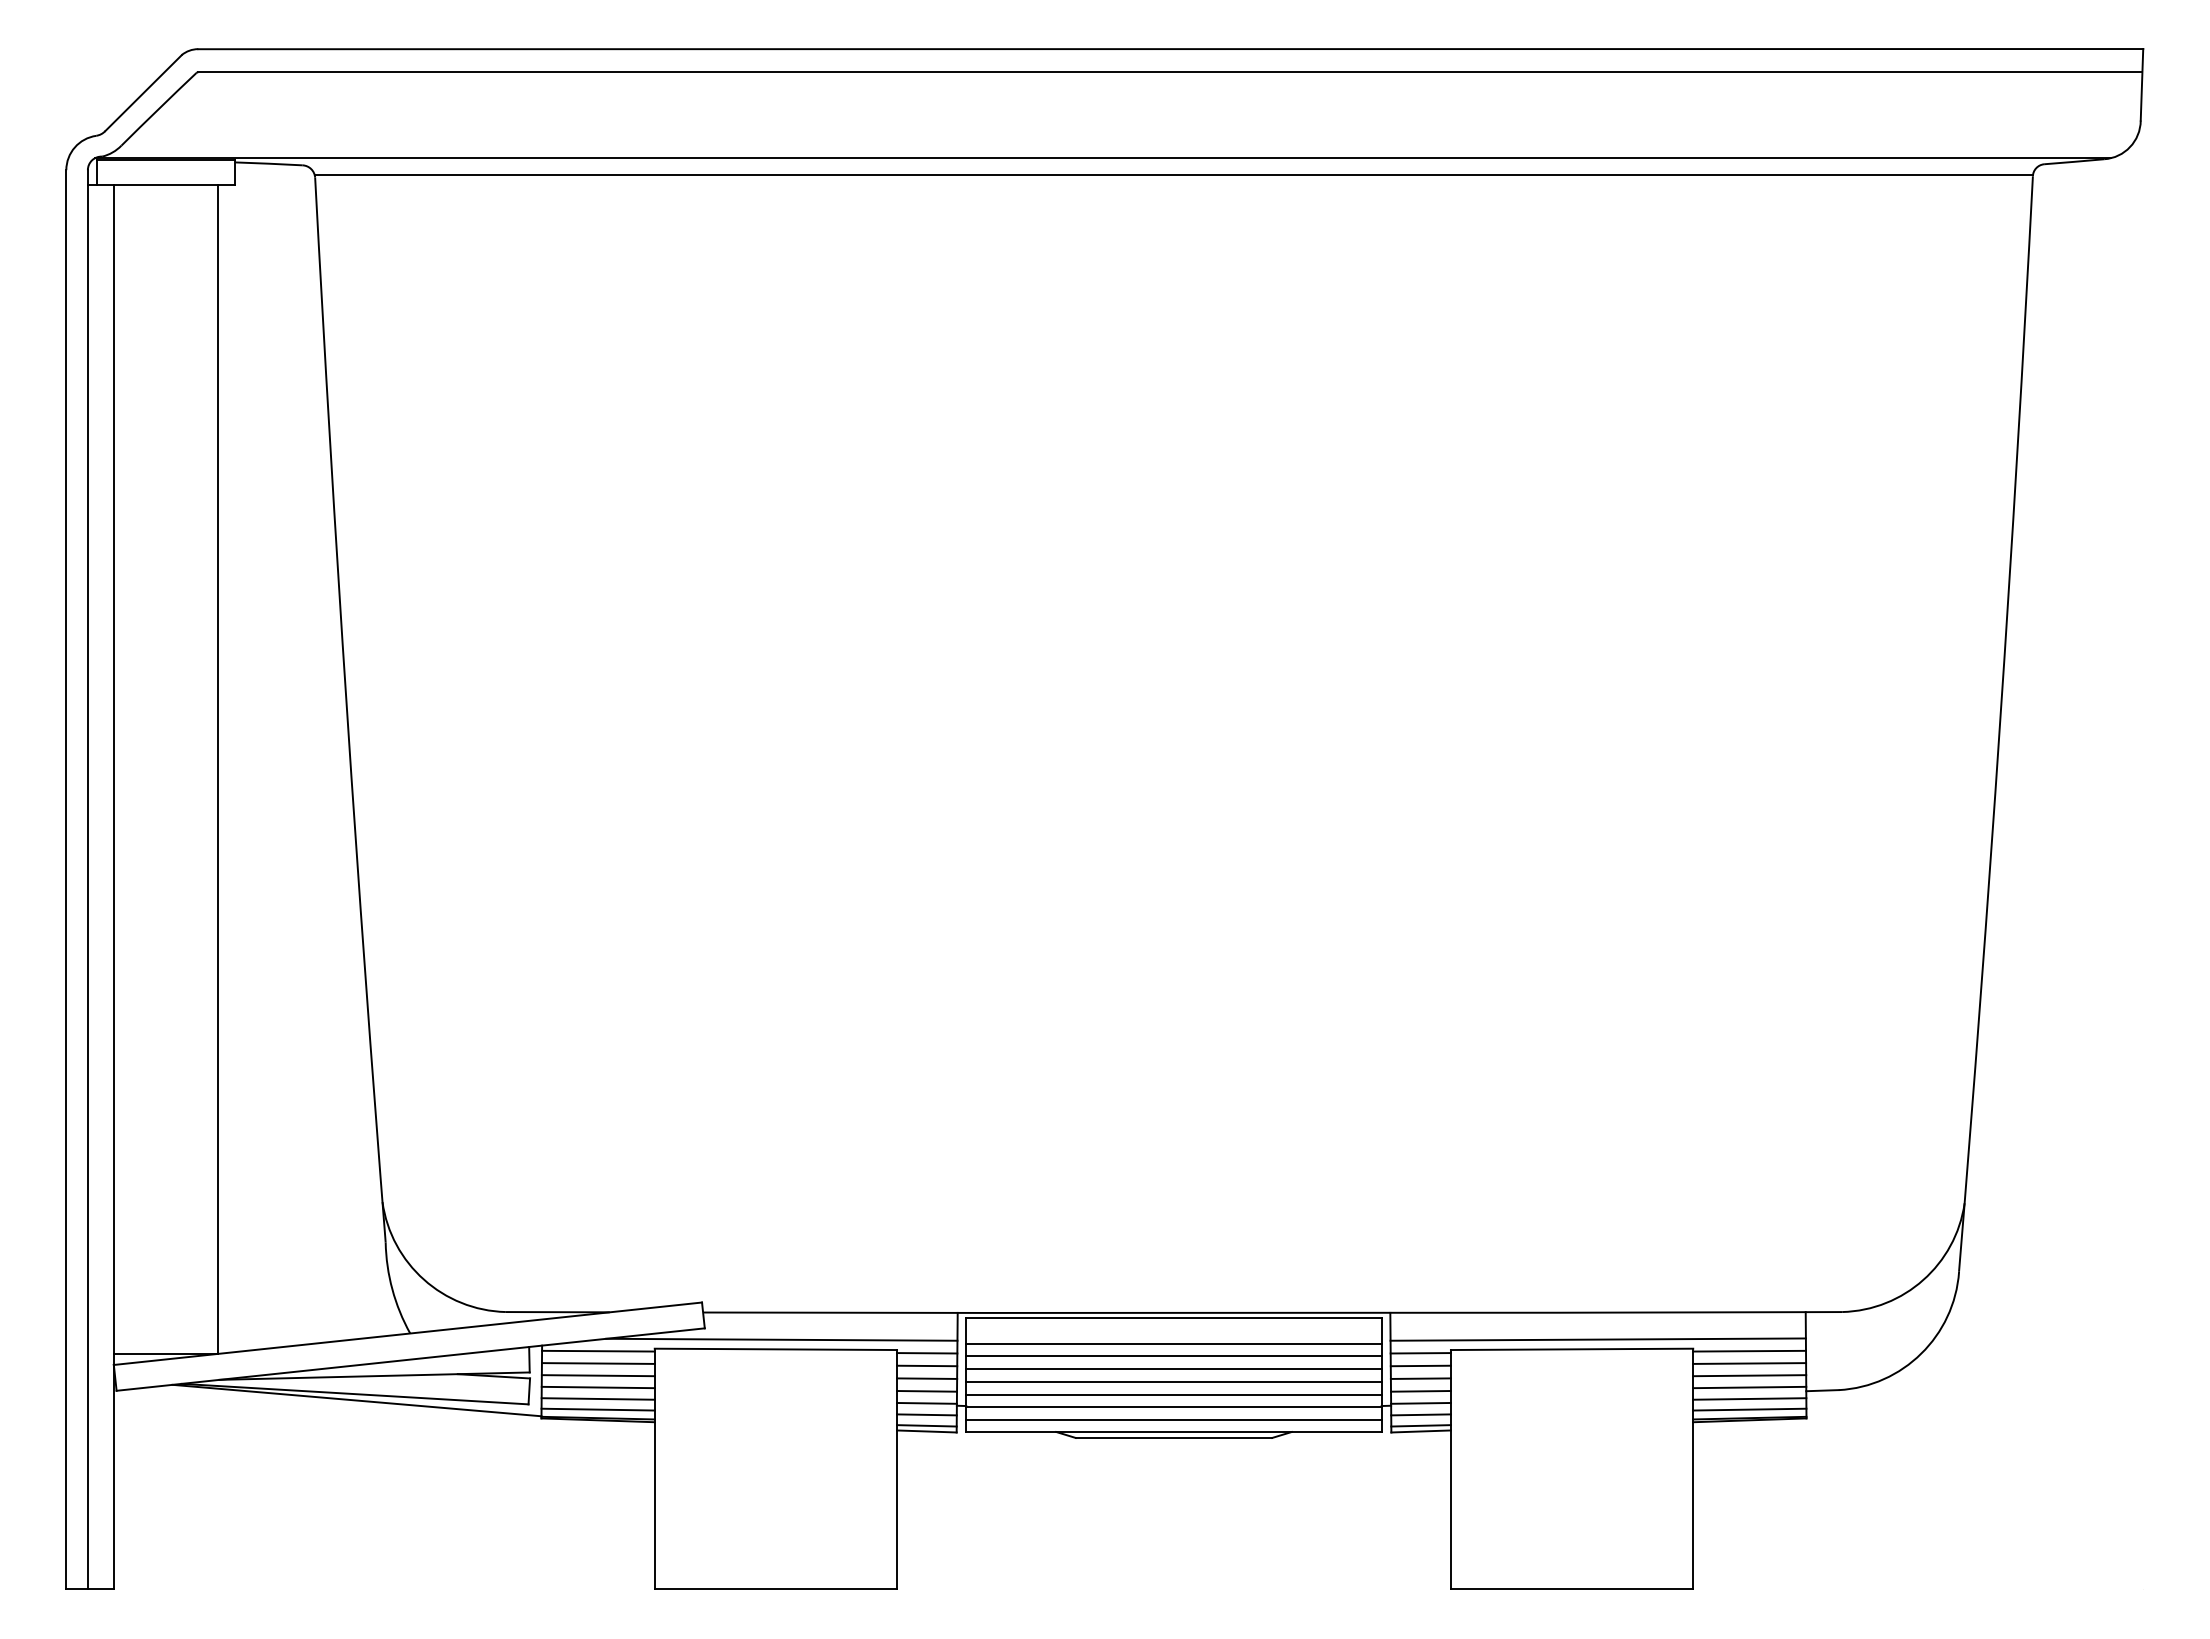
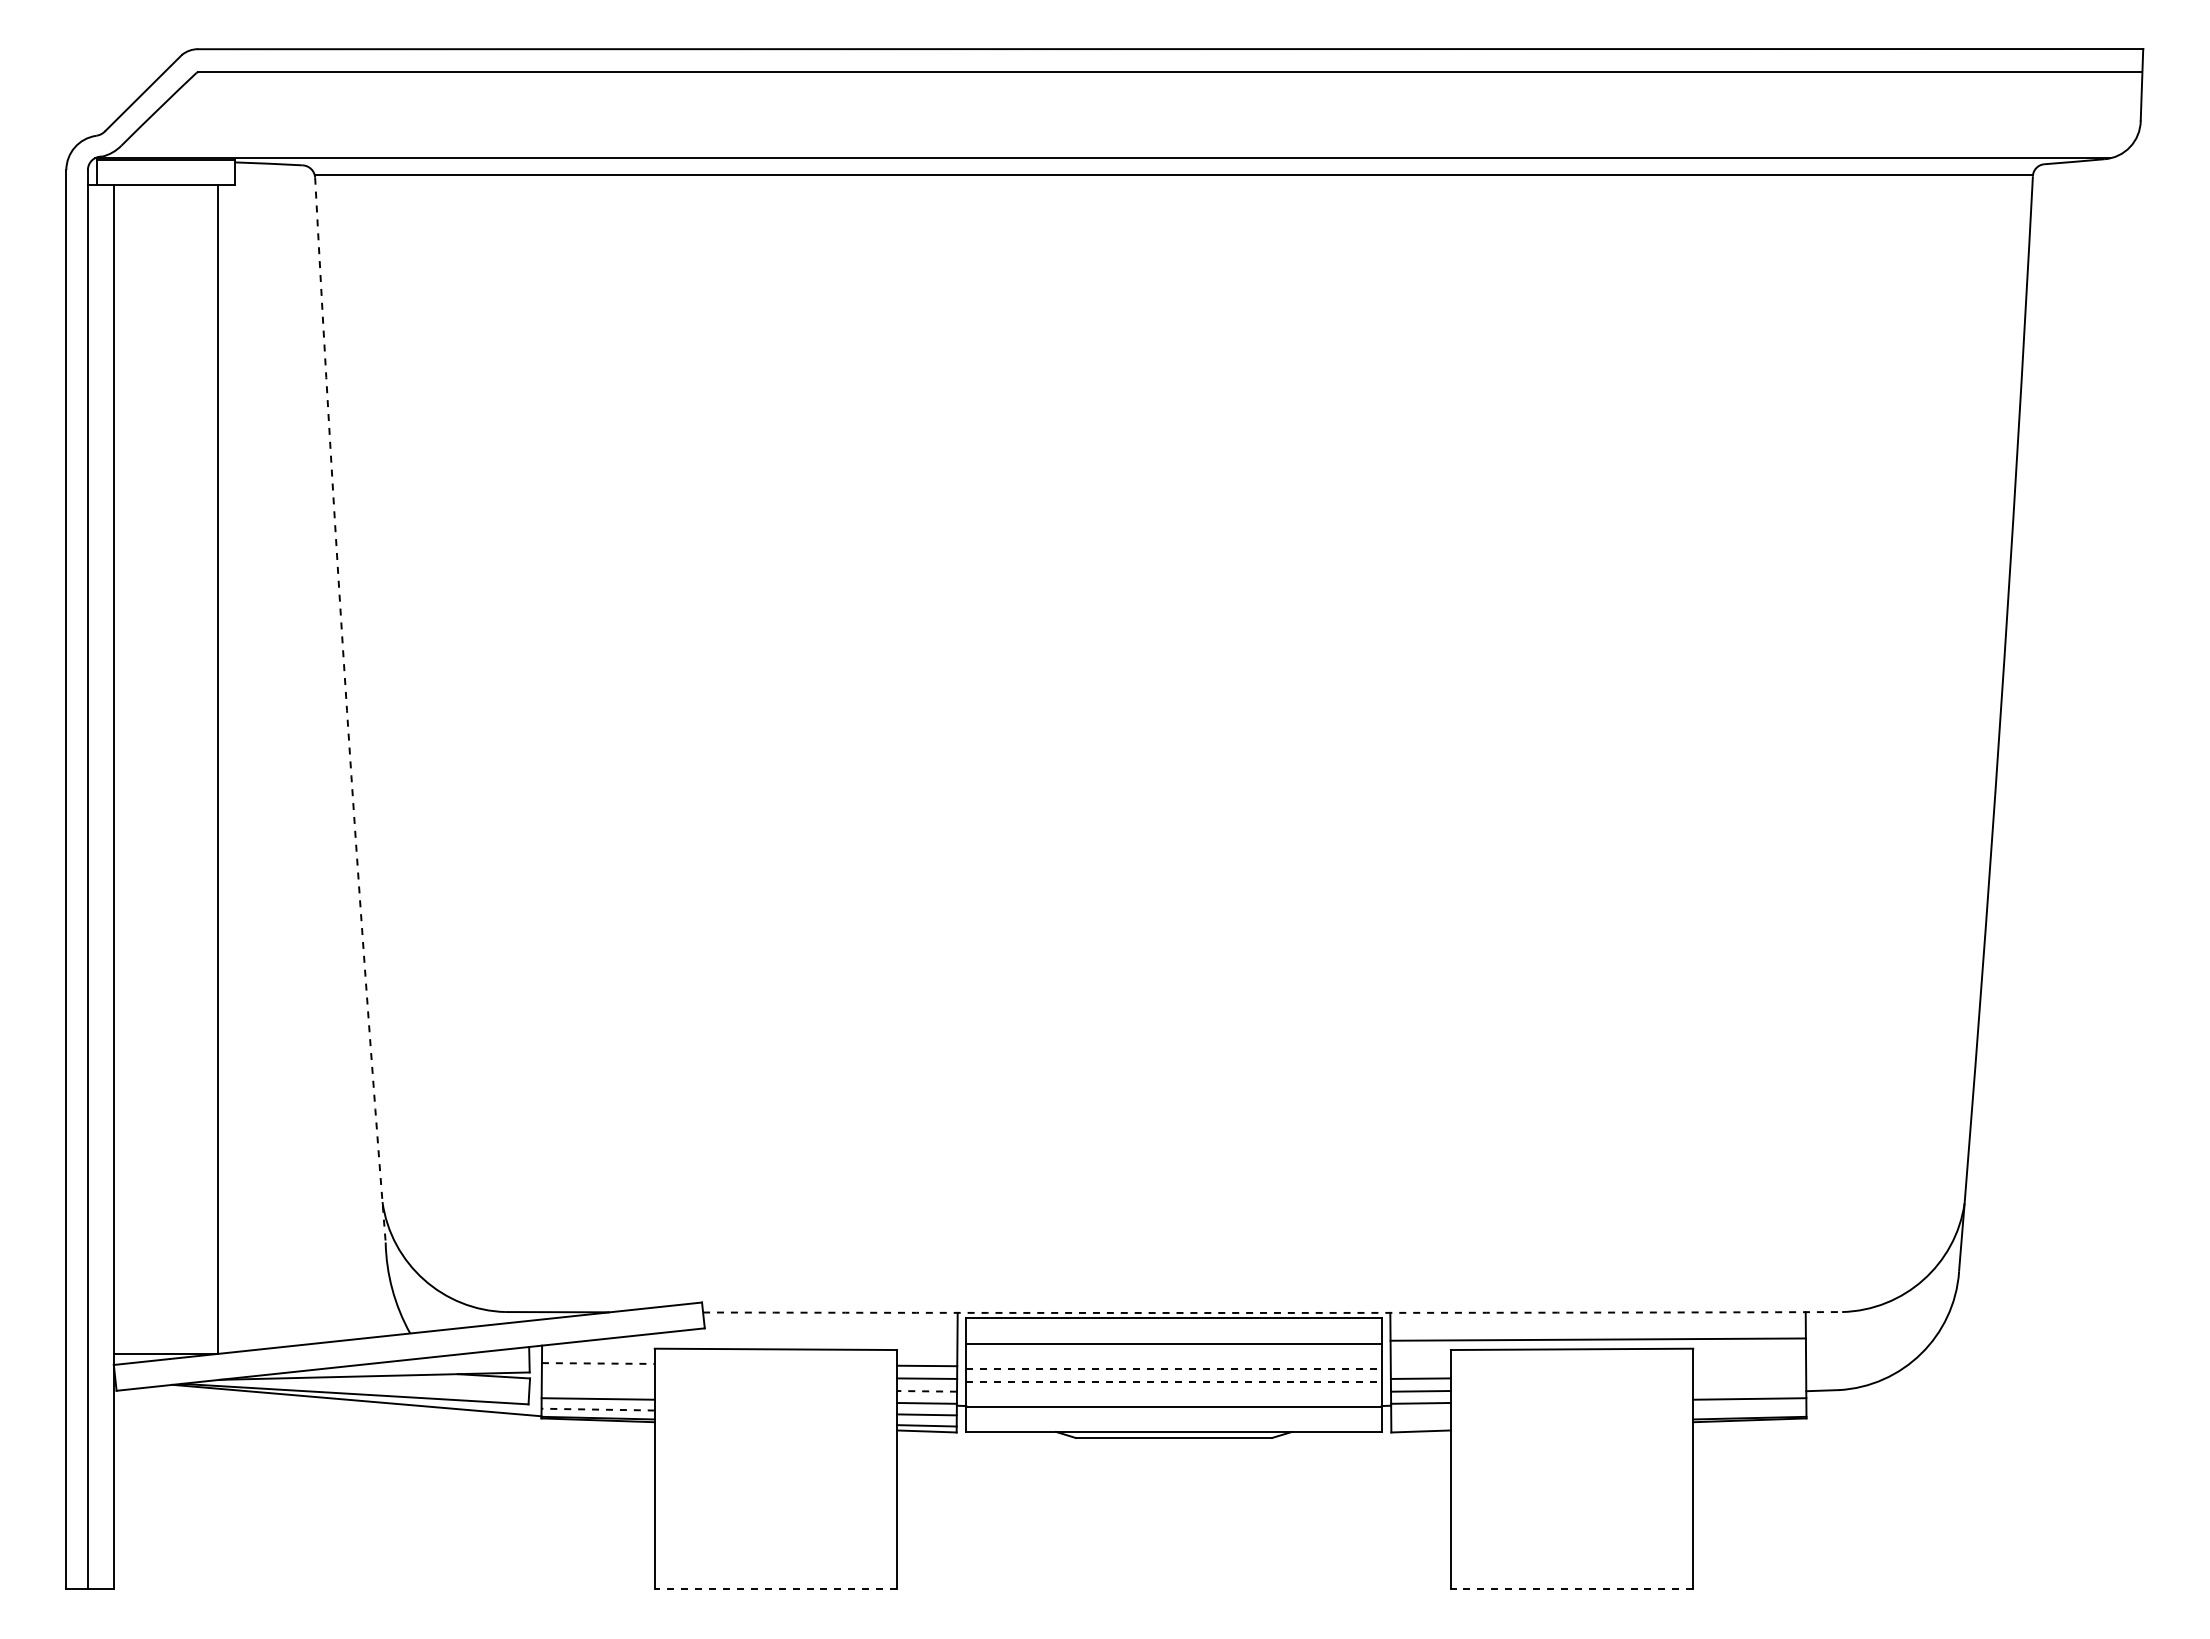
arc at (347, 710): solid -> dashed
arc at (1272, 1312): solid -> dashed
line at (781, 1339): present -> none
line at (598, 1350): present -> none
line at (1749, 1350): present -> none
line at (927, 1353): present -> none
line at (1420, 1353): present -> none
line at (1173, 1356): present -> none
line at (598, 1363): solid -> dashed
line at (1749, 1363): present -> none
line at (1420, 1365): present -> none
line at (1173, 1369): solid -> dashed
line at (597, 1375): present -> none
line at (1749, 1375): present -> none
line at (1173, 1381): solid -> dashed
line at (597, 1387): present -> none
line at (1749, 1387): present -> none
line at (927, 1391): solid -> dashed
line at (1173, 1394): present -> none
line at (598, 1409): solid -> dashed
line at (1749, 1409): present -> none
line at (1420, 1414): present -> none
line at (1173, 1419): present -> none
line at (1420, 1425): present -> none
line at (775, 1589): solid -> dashed
line at (1571, 1589): solid -> dashed
